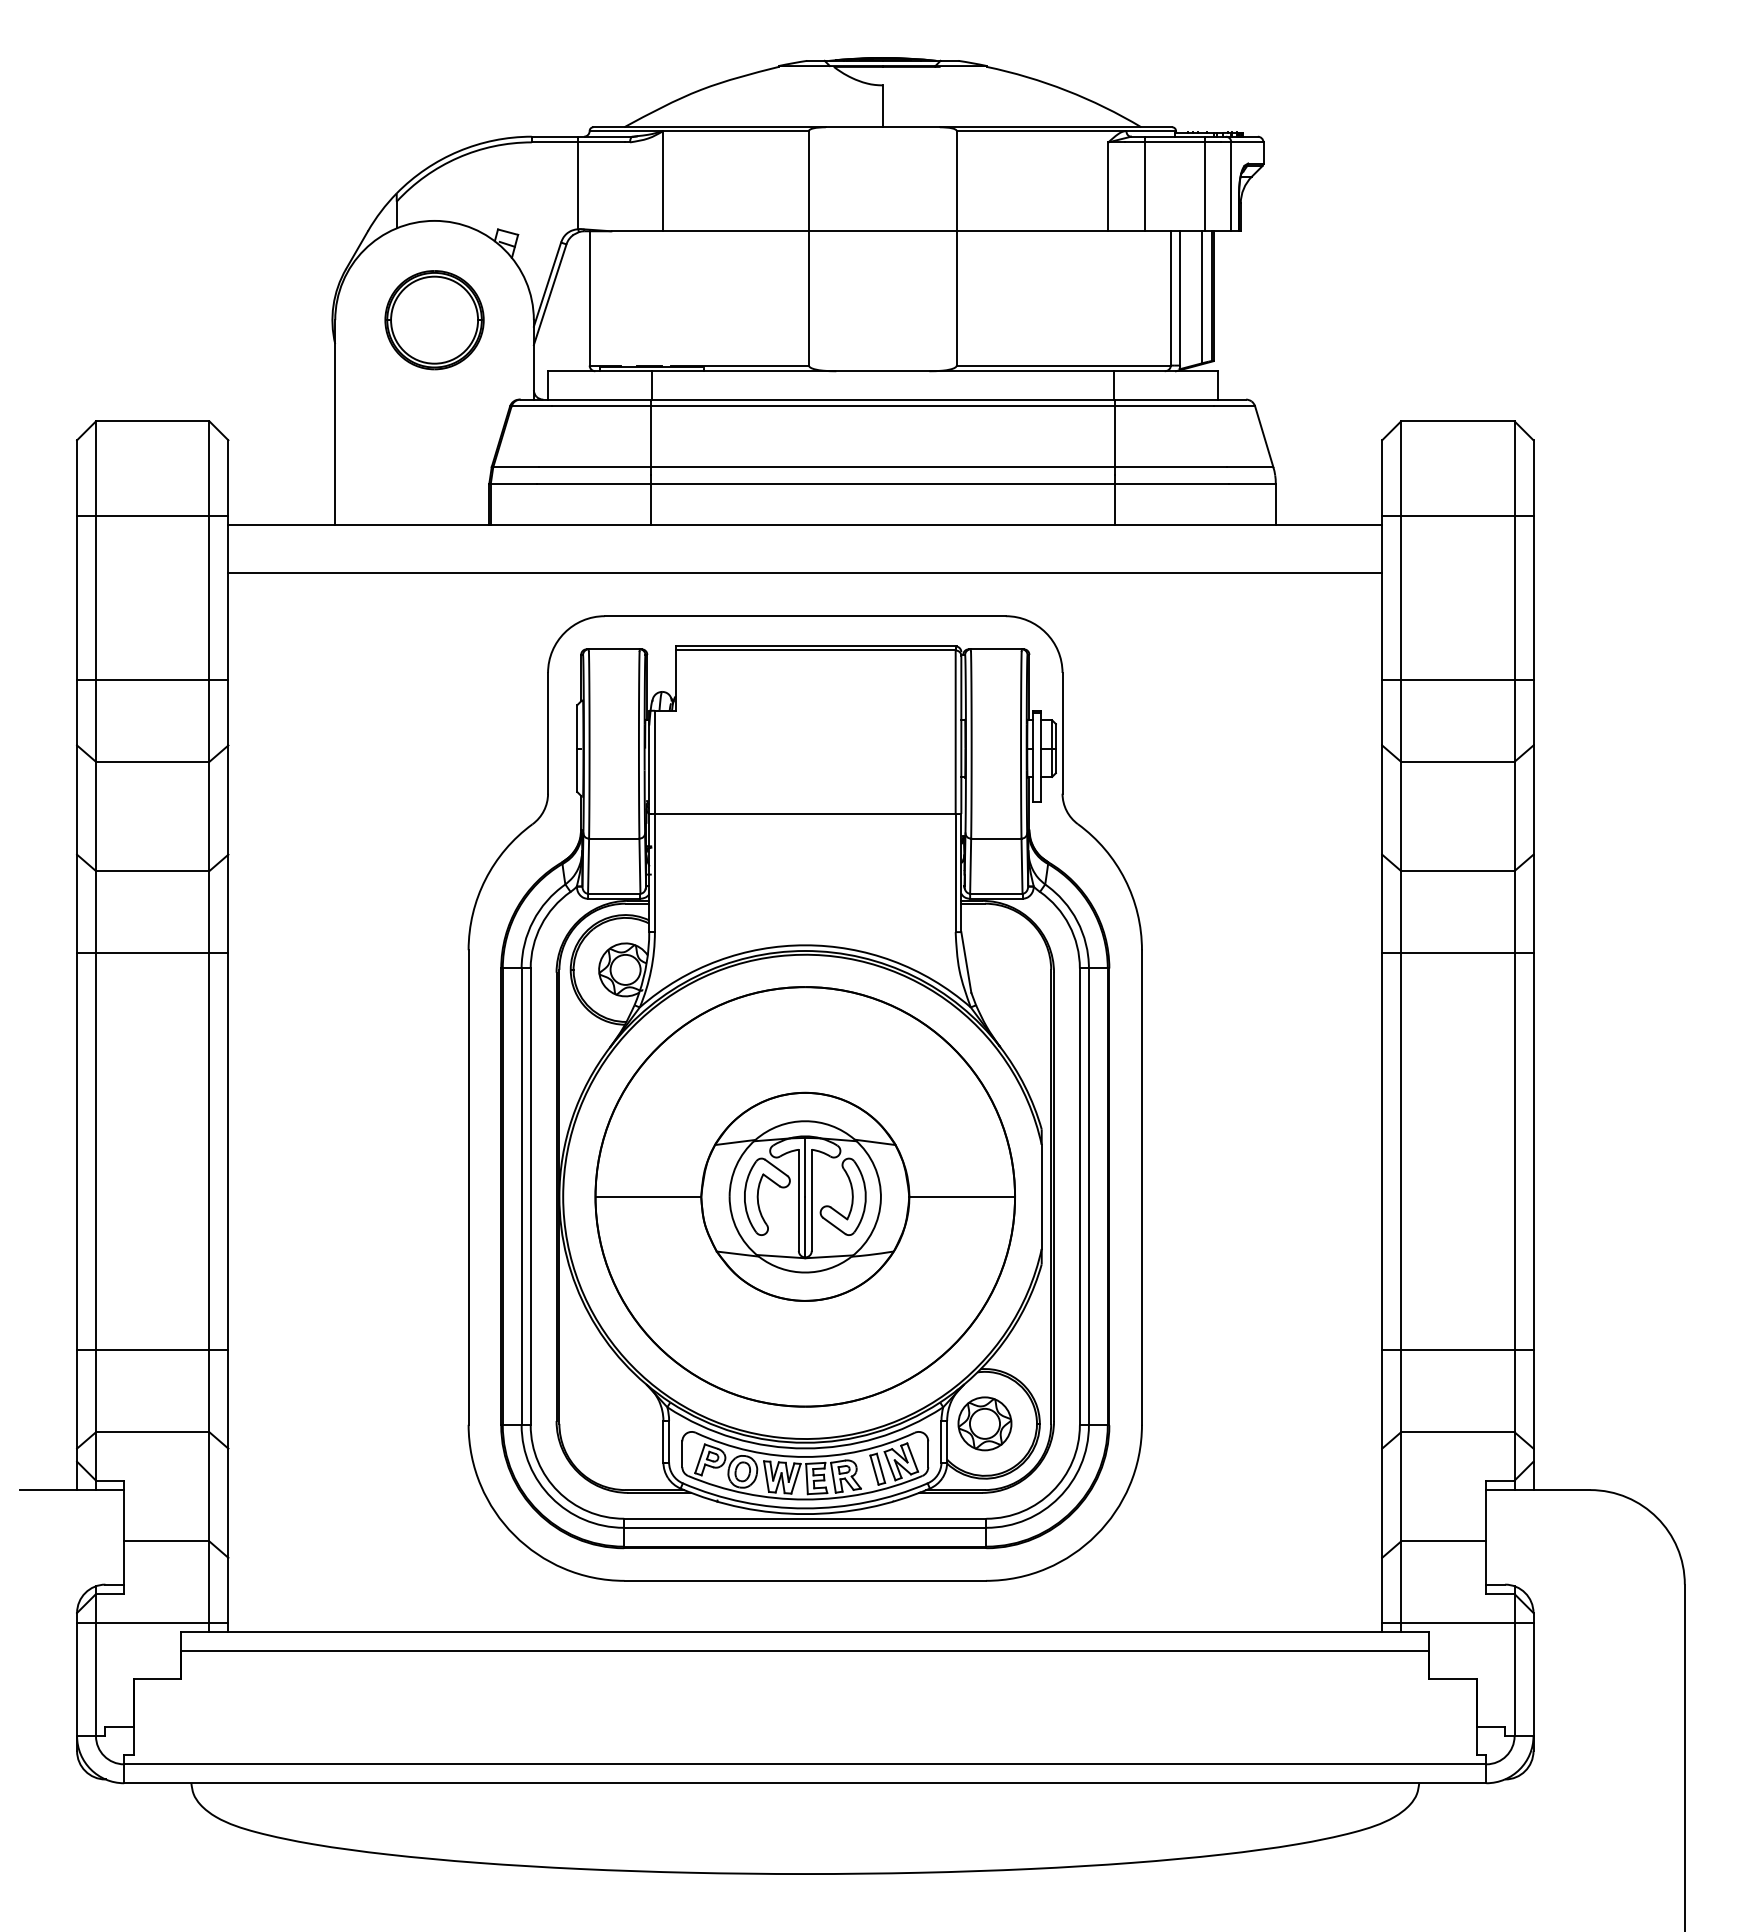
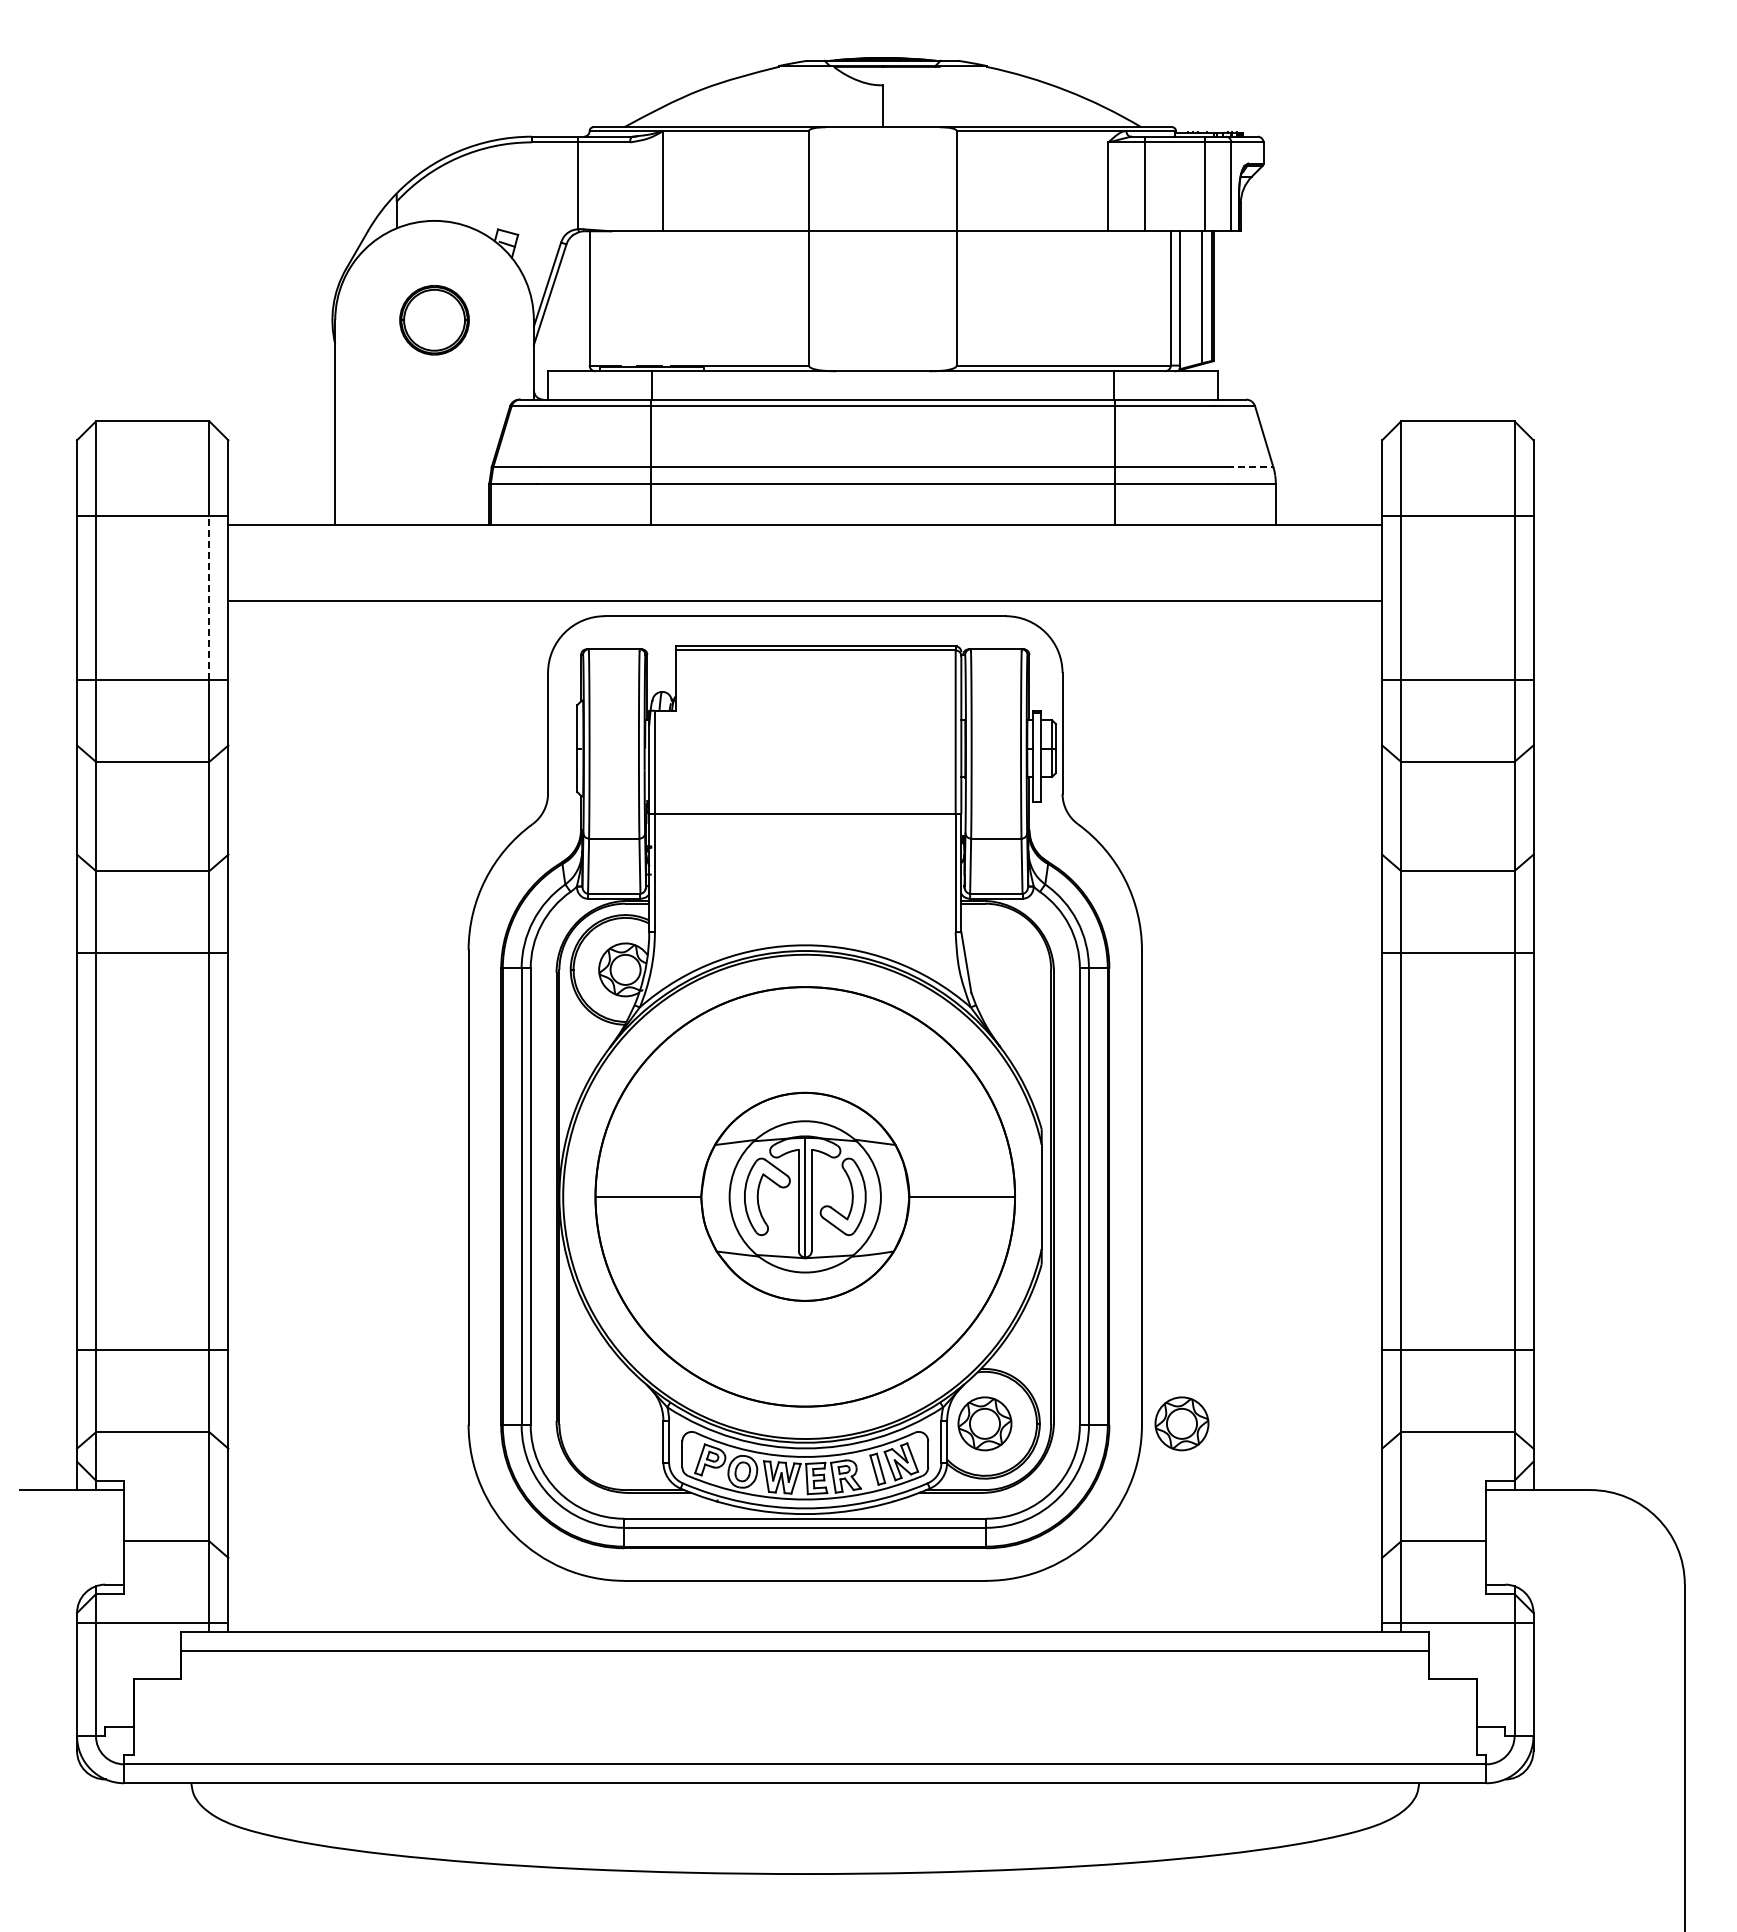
part at (434, 320) size: 101x101 px -> 71x71 px
line at (1250, 467): solid -> dashed
line at (805, 572) position: (805, 572) -> (805, 600)
line at (209, 597): solid -> dashed
part at (1181, 1423): none -> present
